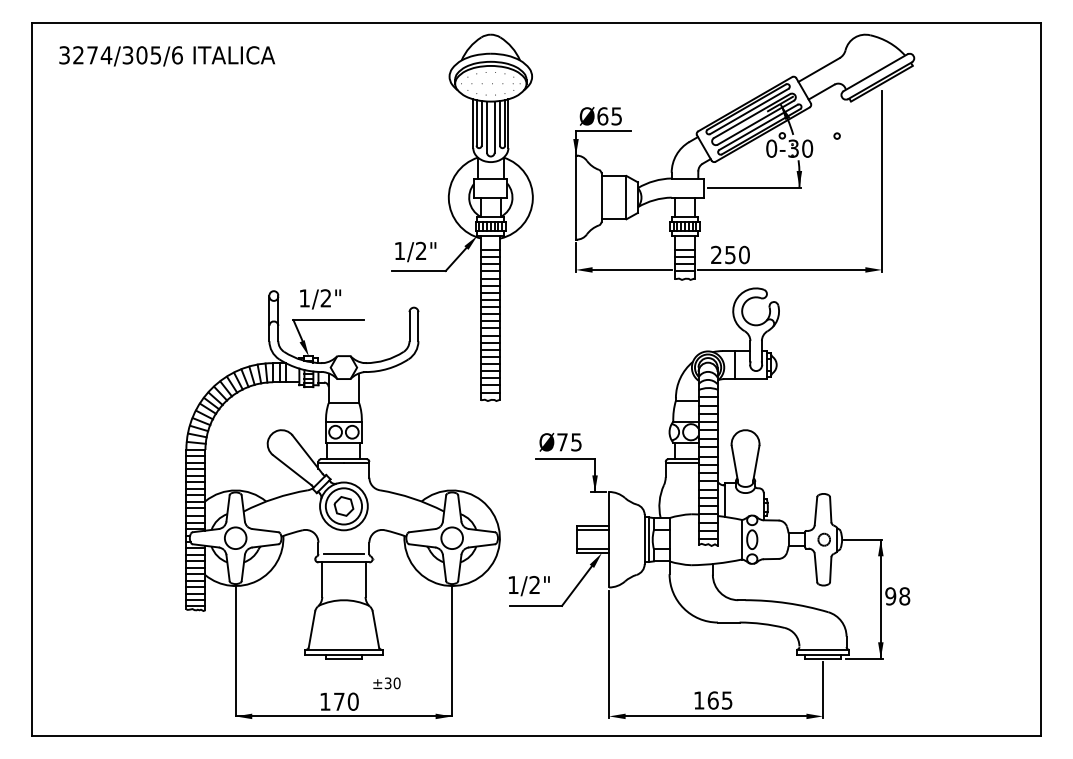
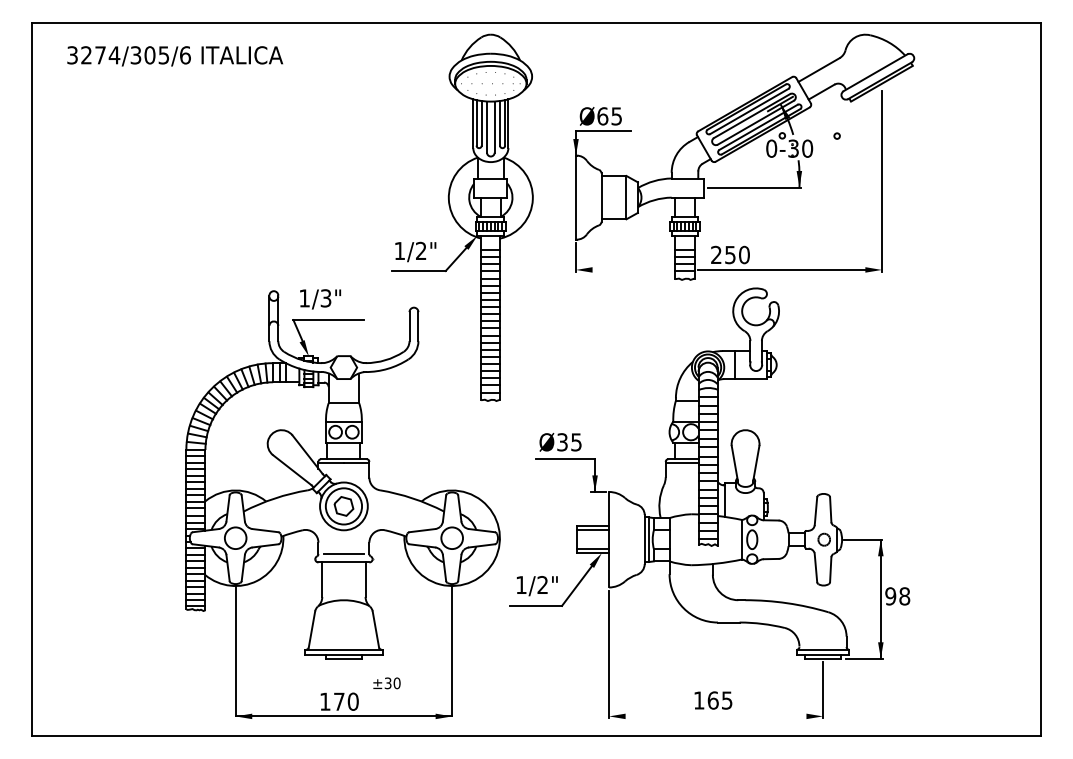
text at (167, 56) position: (167, 56) -> (175, 56)
line at (631, 269): present -> none
text at (325, 298): 1/2" -> 1/3"
text at (562, 442): Ø75 -> Ø35
text at (529, 586) position: (529, 586) -> (537, 586)
line at (715, 716): present -> none
